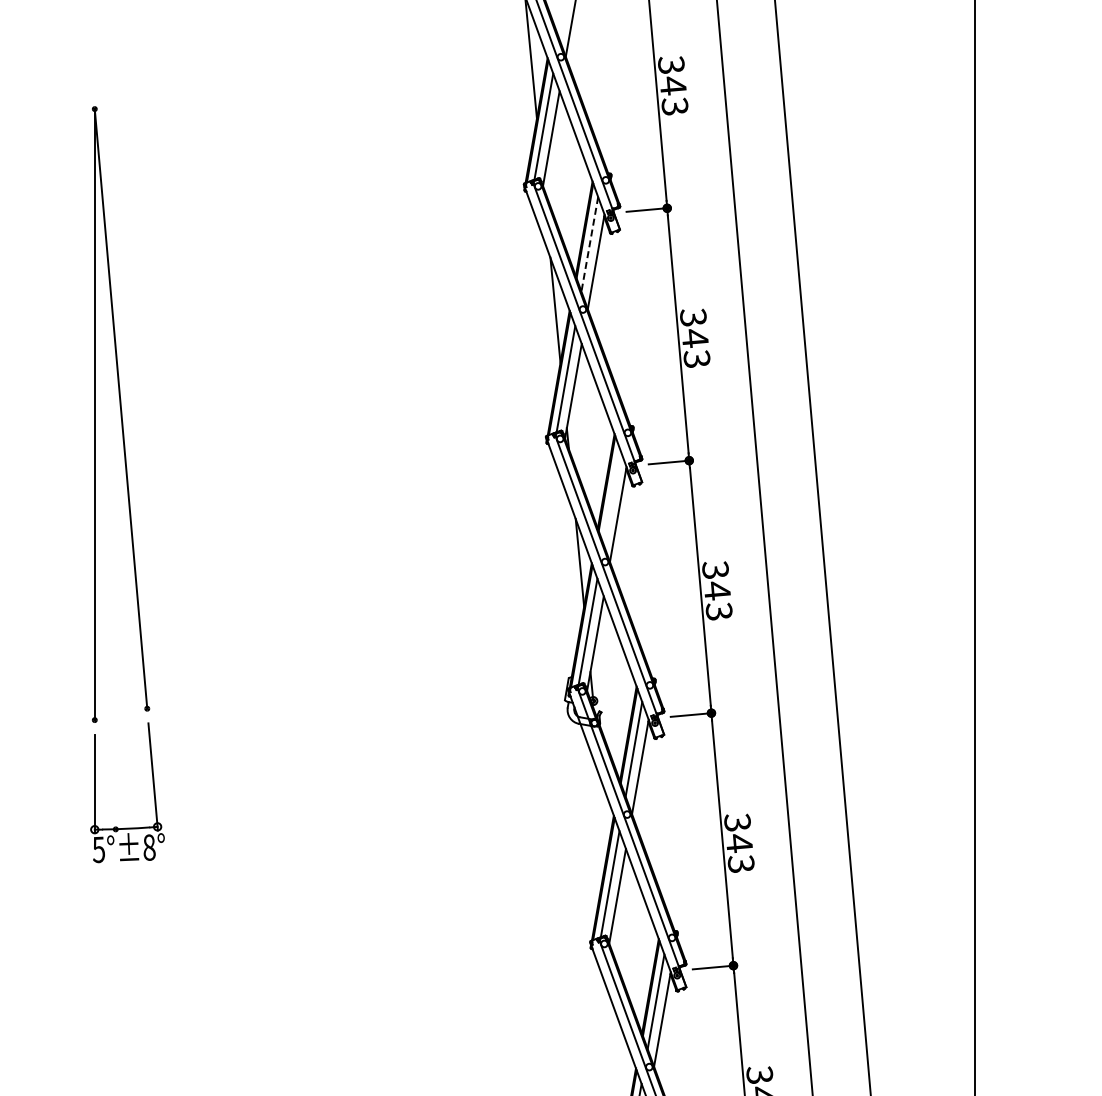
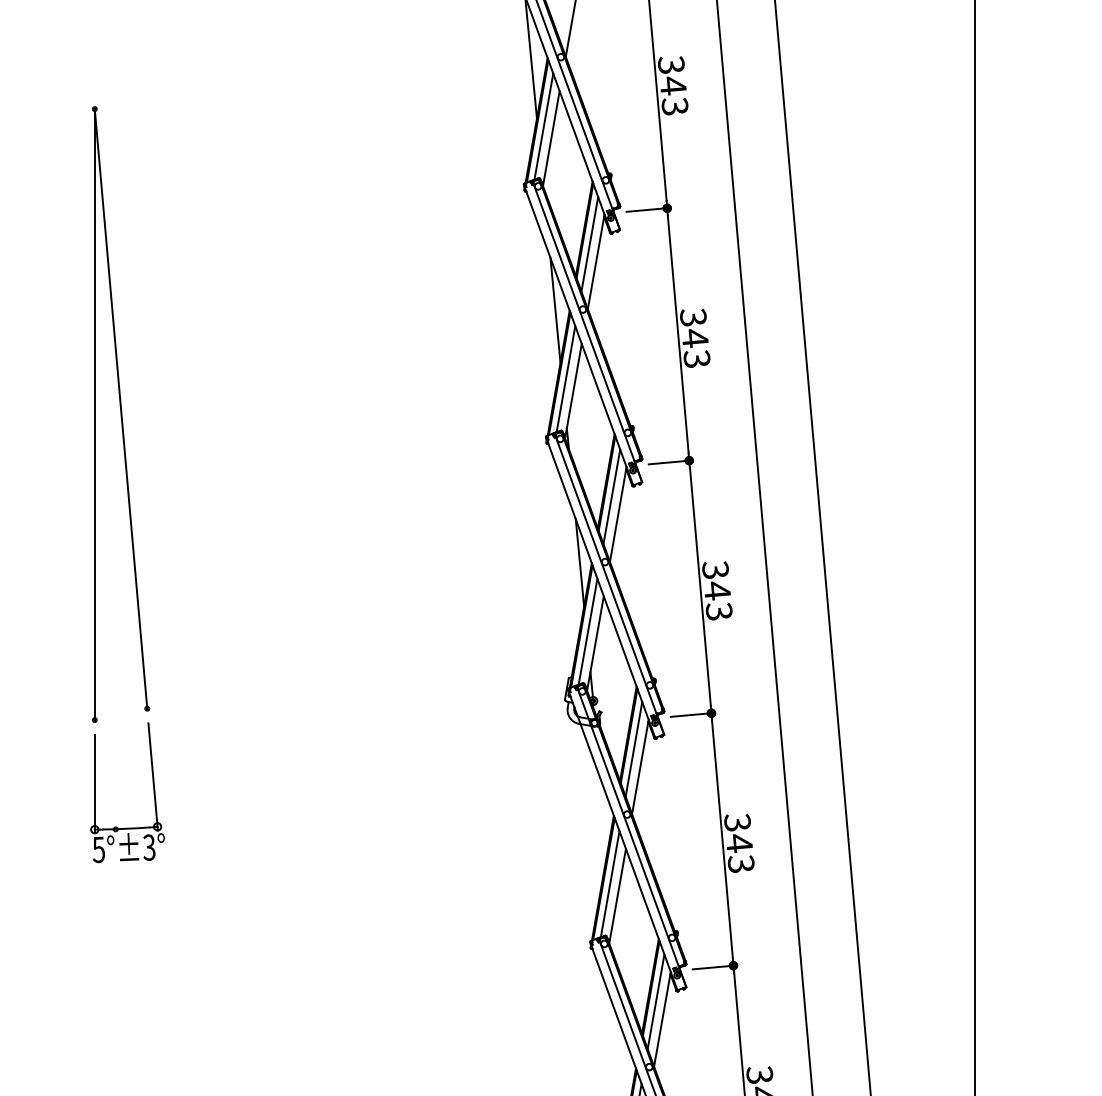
line at (589, 244): dashed -> solid
line at (611, 496): none -> present
text at (149, 847): 5°±8° -> 5°±3°
